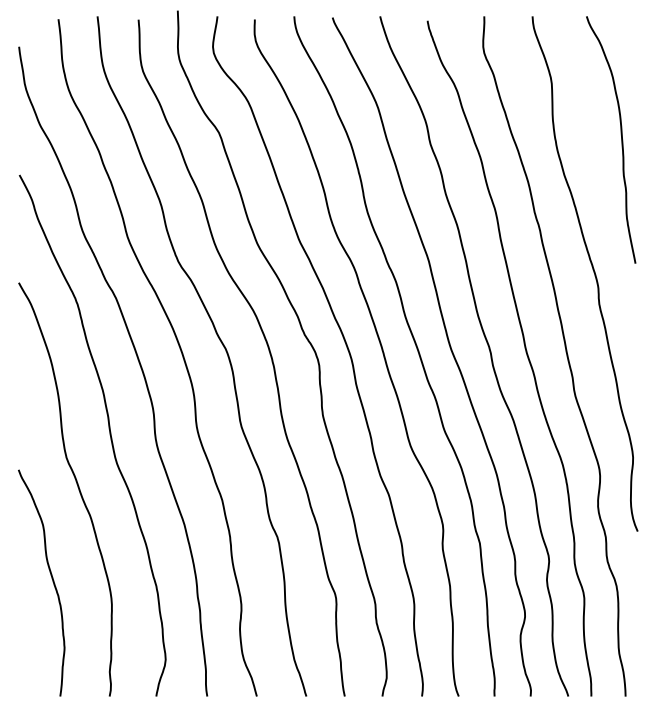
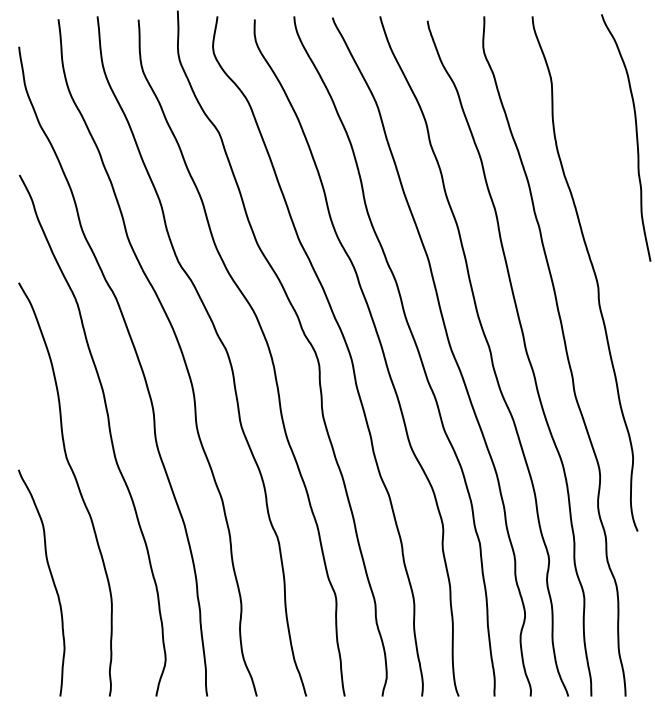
curve at (621, 139) position: (621, 139) -> (636, 137)
